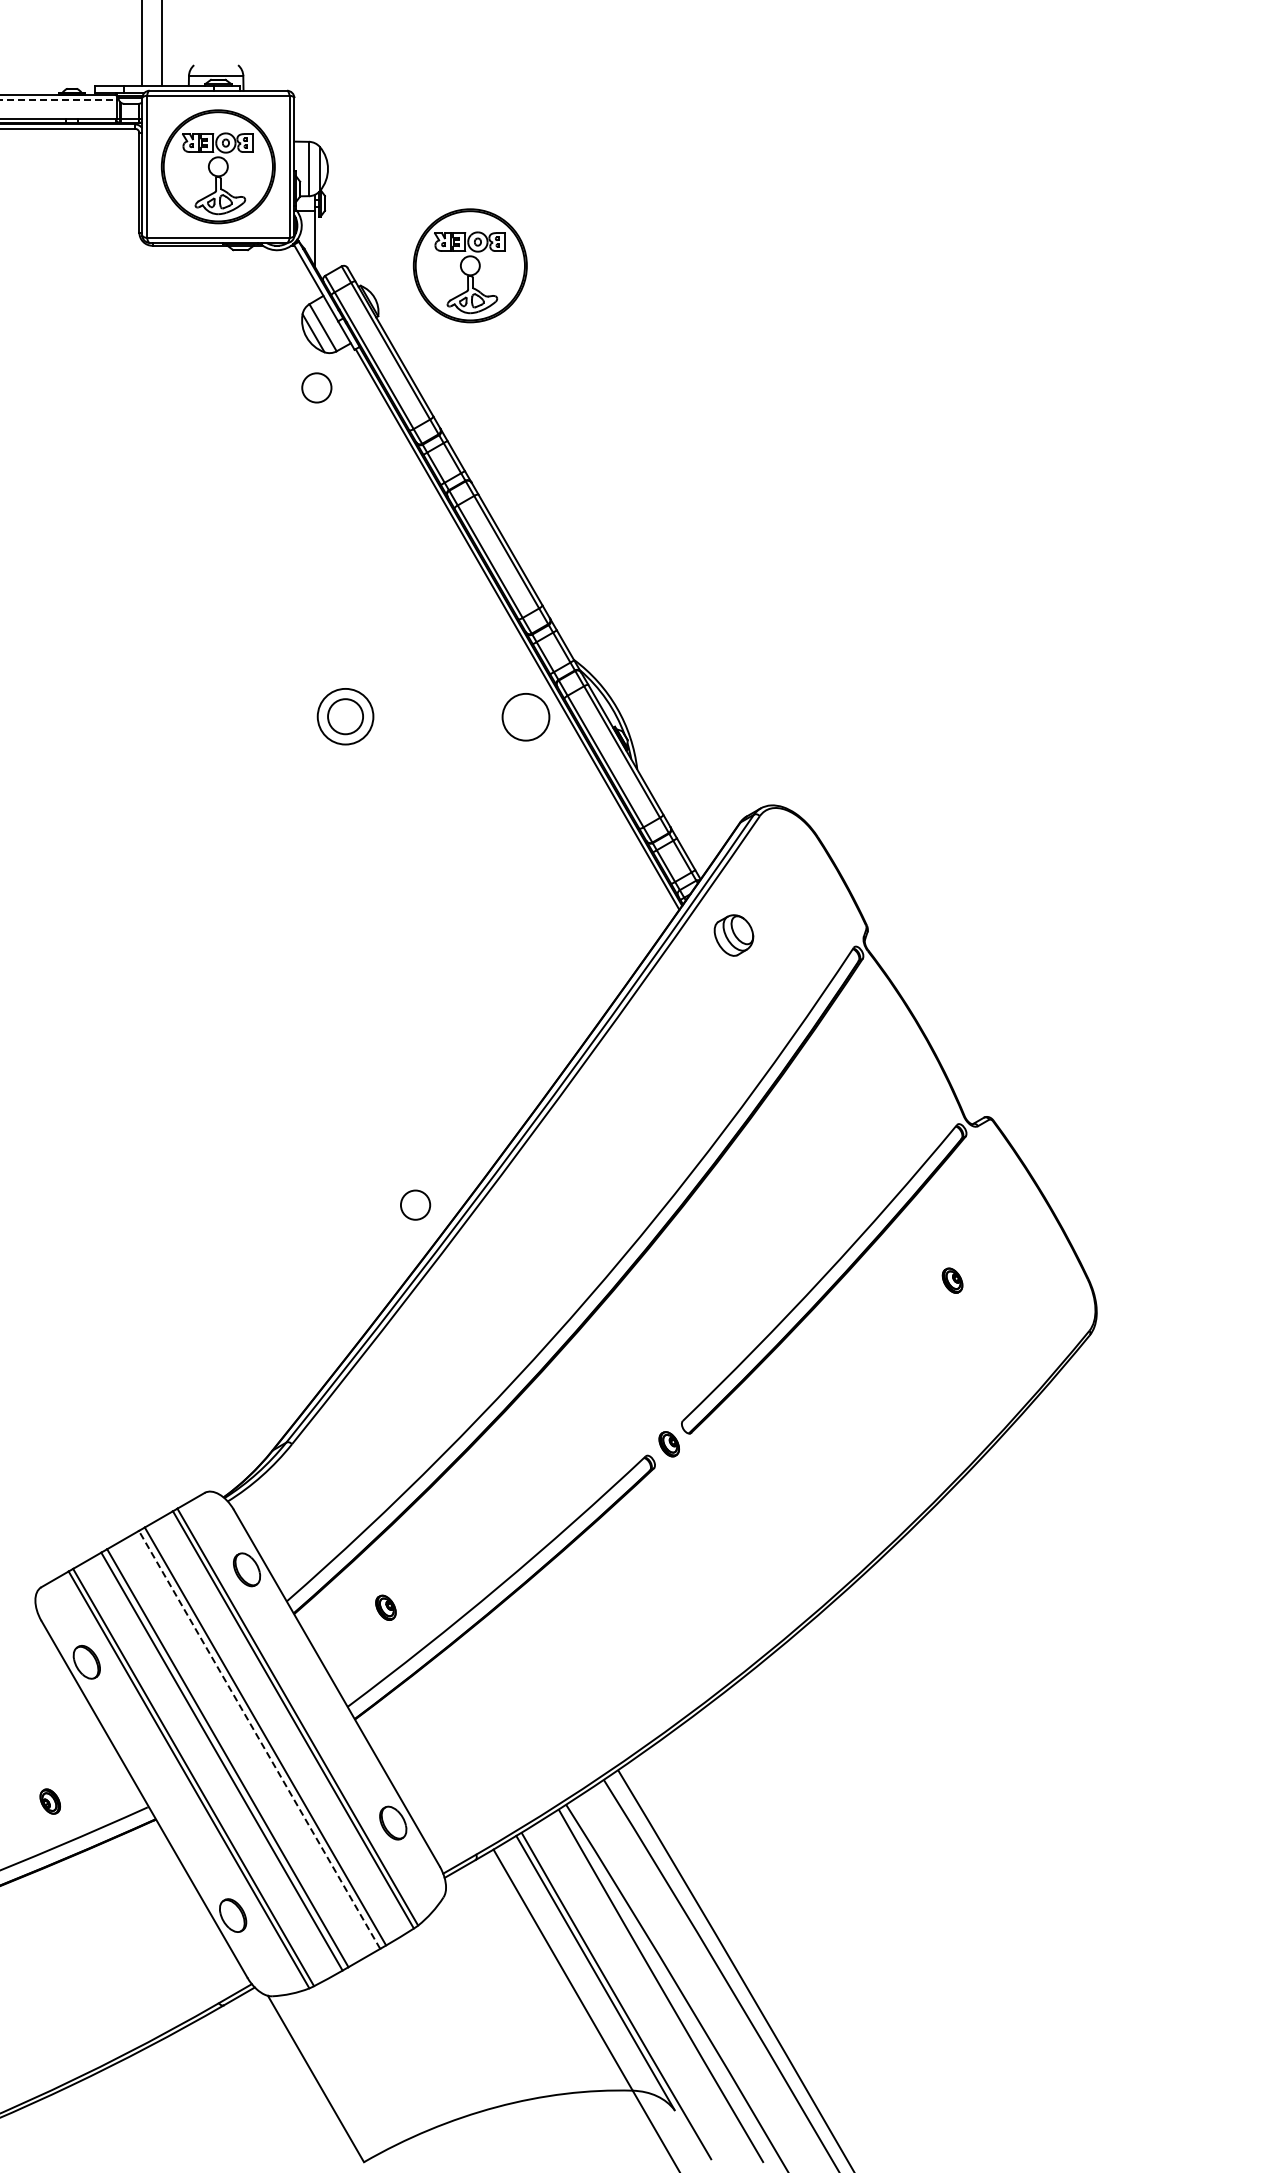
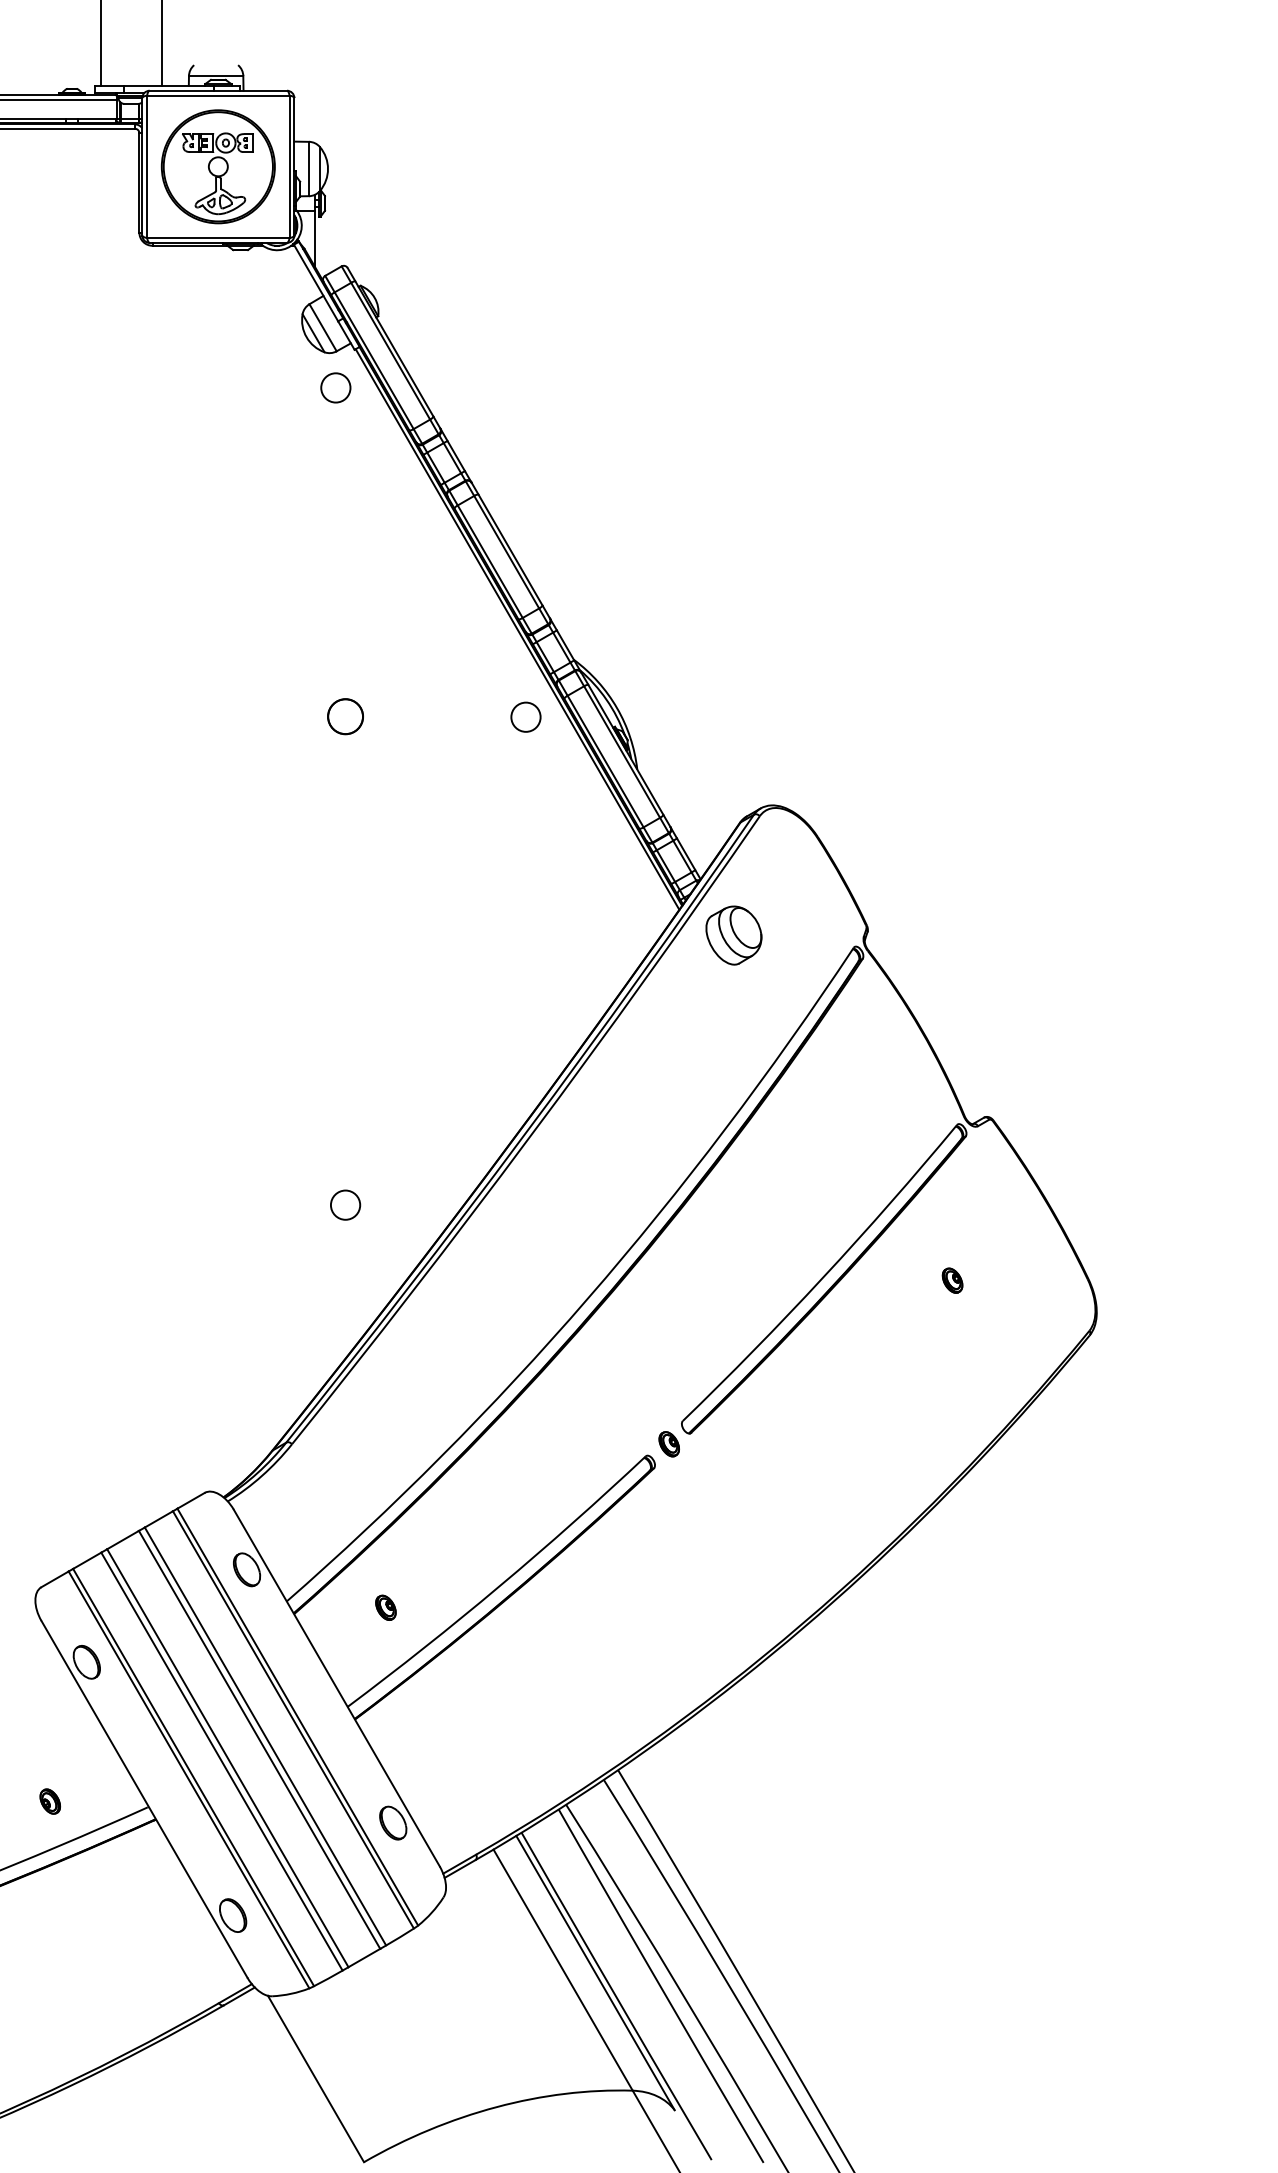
line at (141, 43) position: (141, 43) -> (100, 43)
line at (59, 99): dashed -> solid
part at (469, 265): present -> none
circle at (316, 387) position: (316, 387) -> (335, 387)
circle at (345, 716) diameter: 56 px -> 35 px
circle at (525, 716) diameter: 47 px -> 29 px
part at (733, 935) size: 42x43 px -> 58x61 px
circle at (415, 1204) position: (415, 1204) -> (345, 1204)
line at (259, 1739): dashed -> solid
